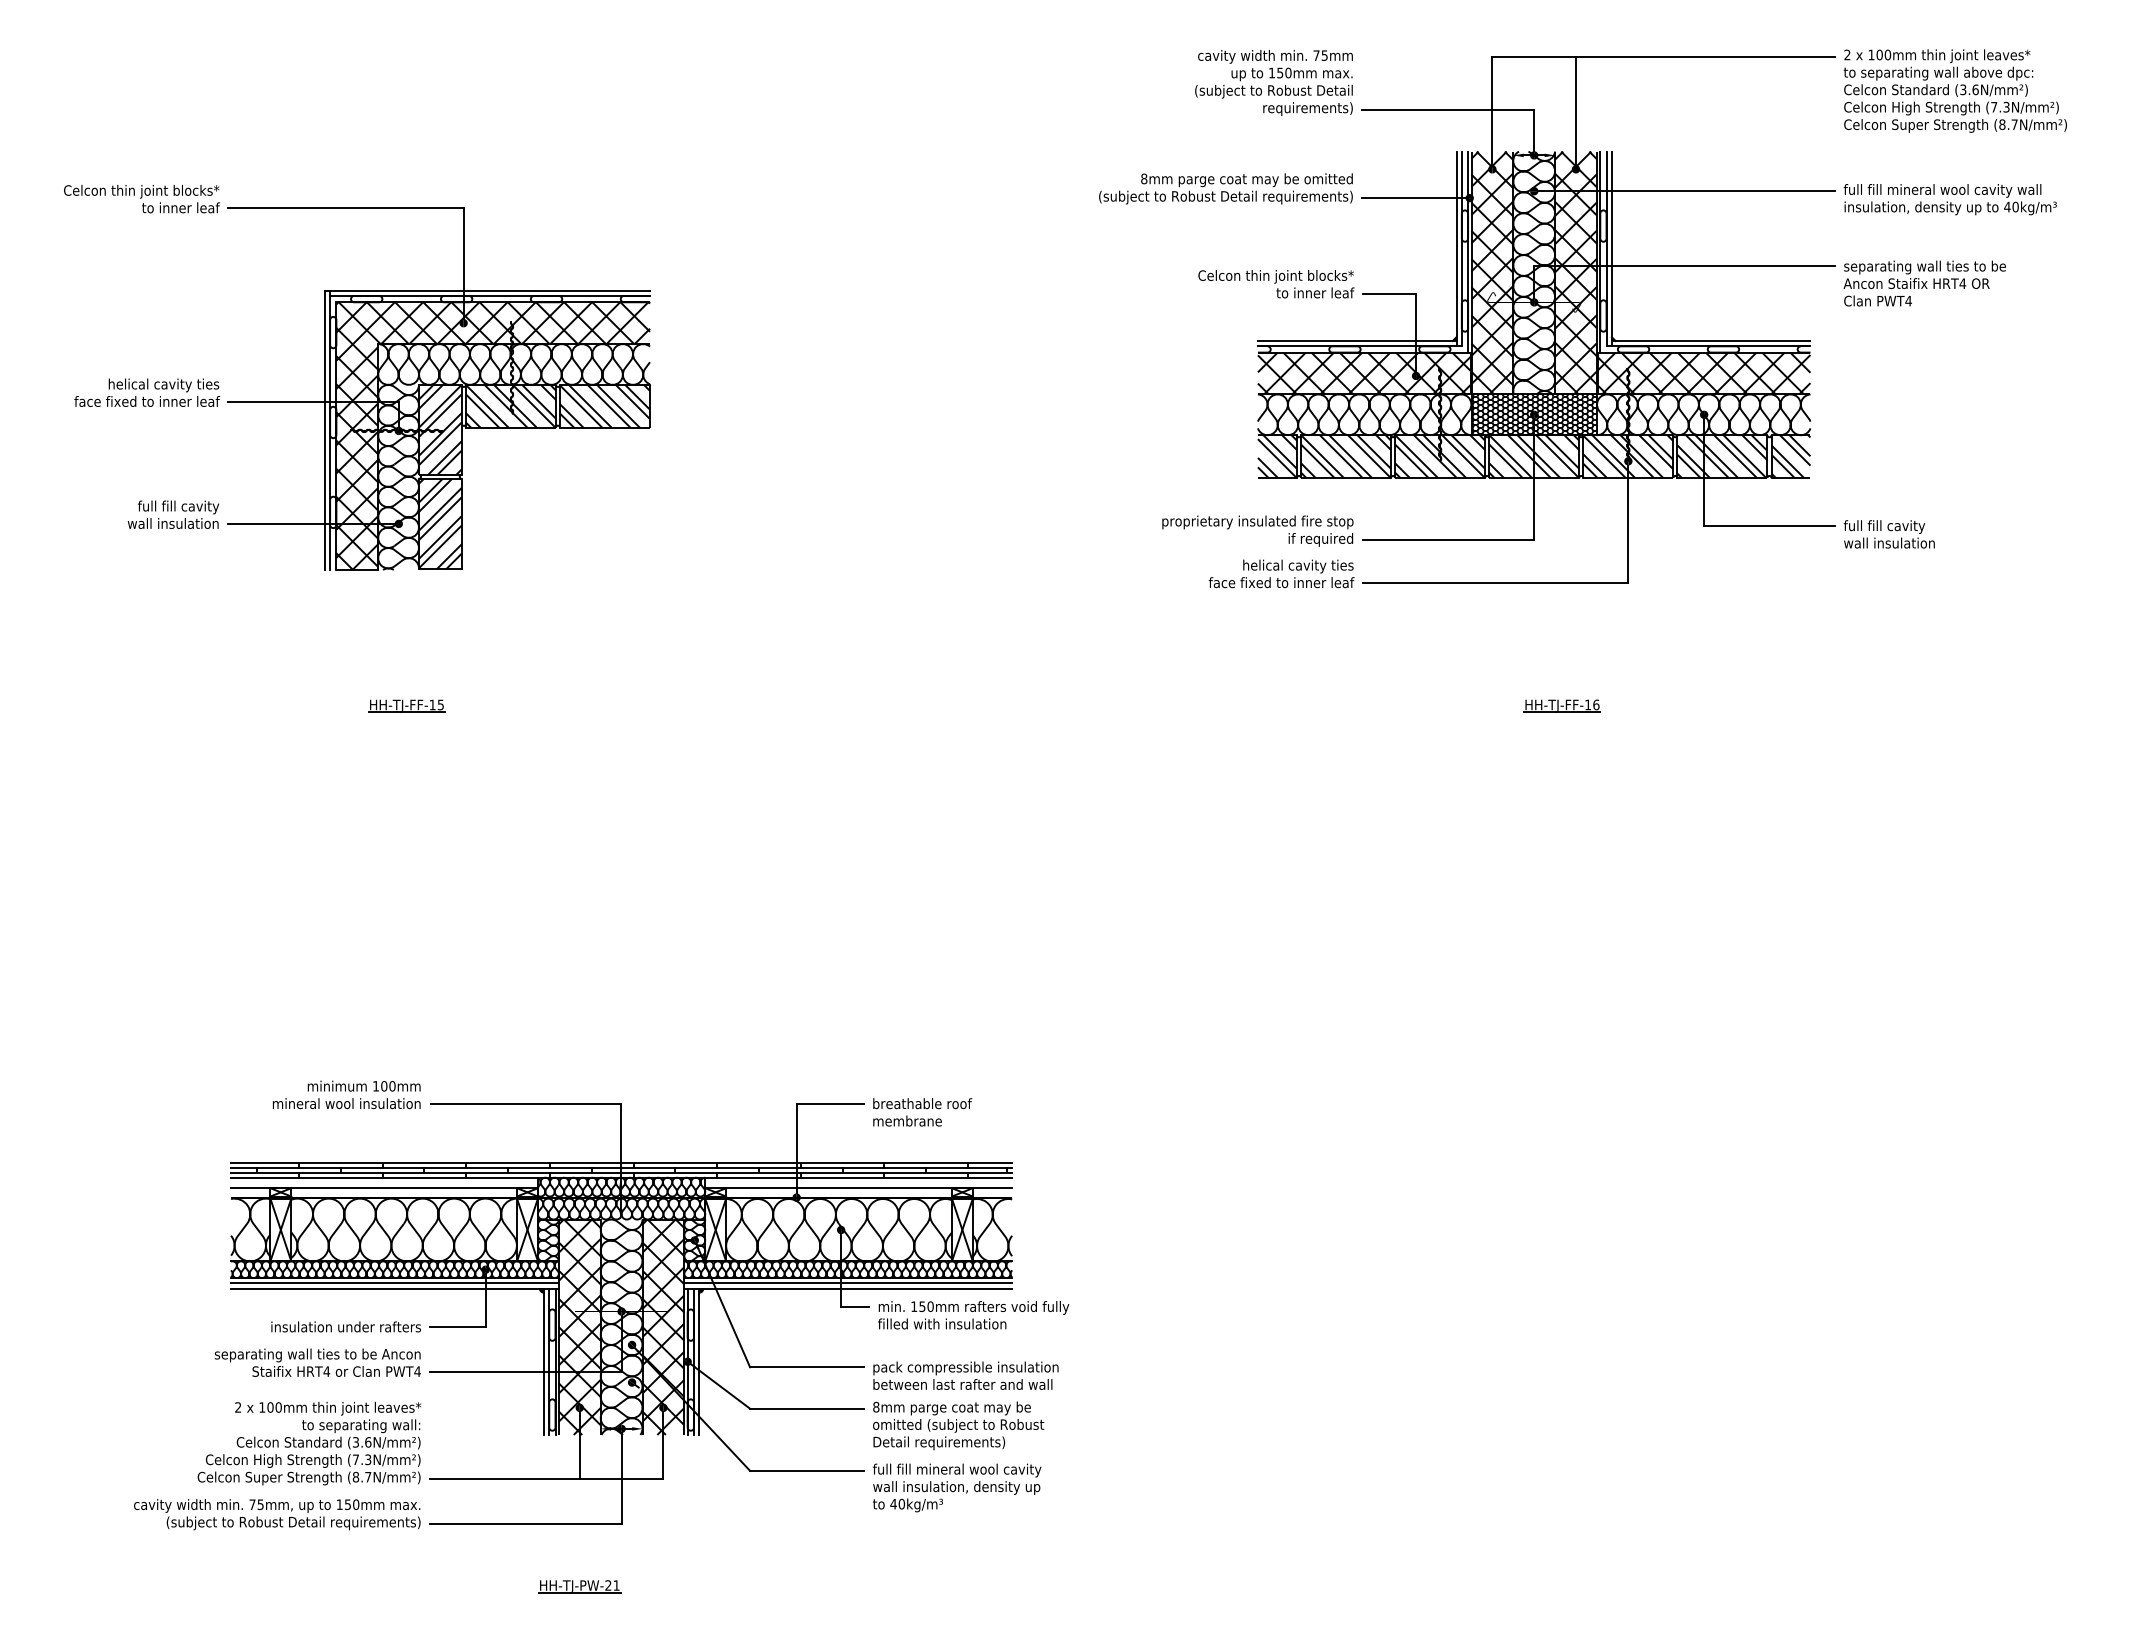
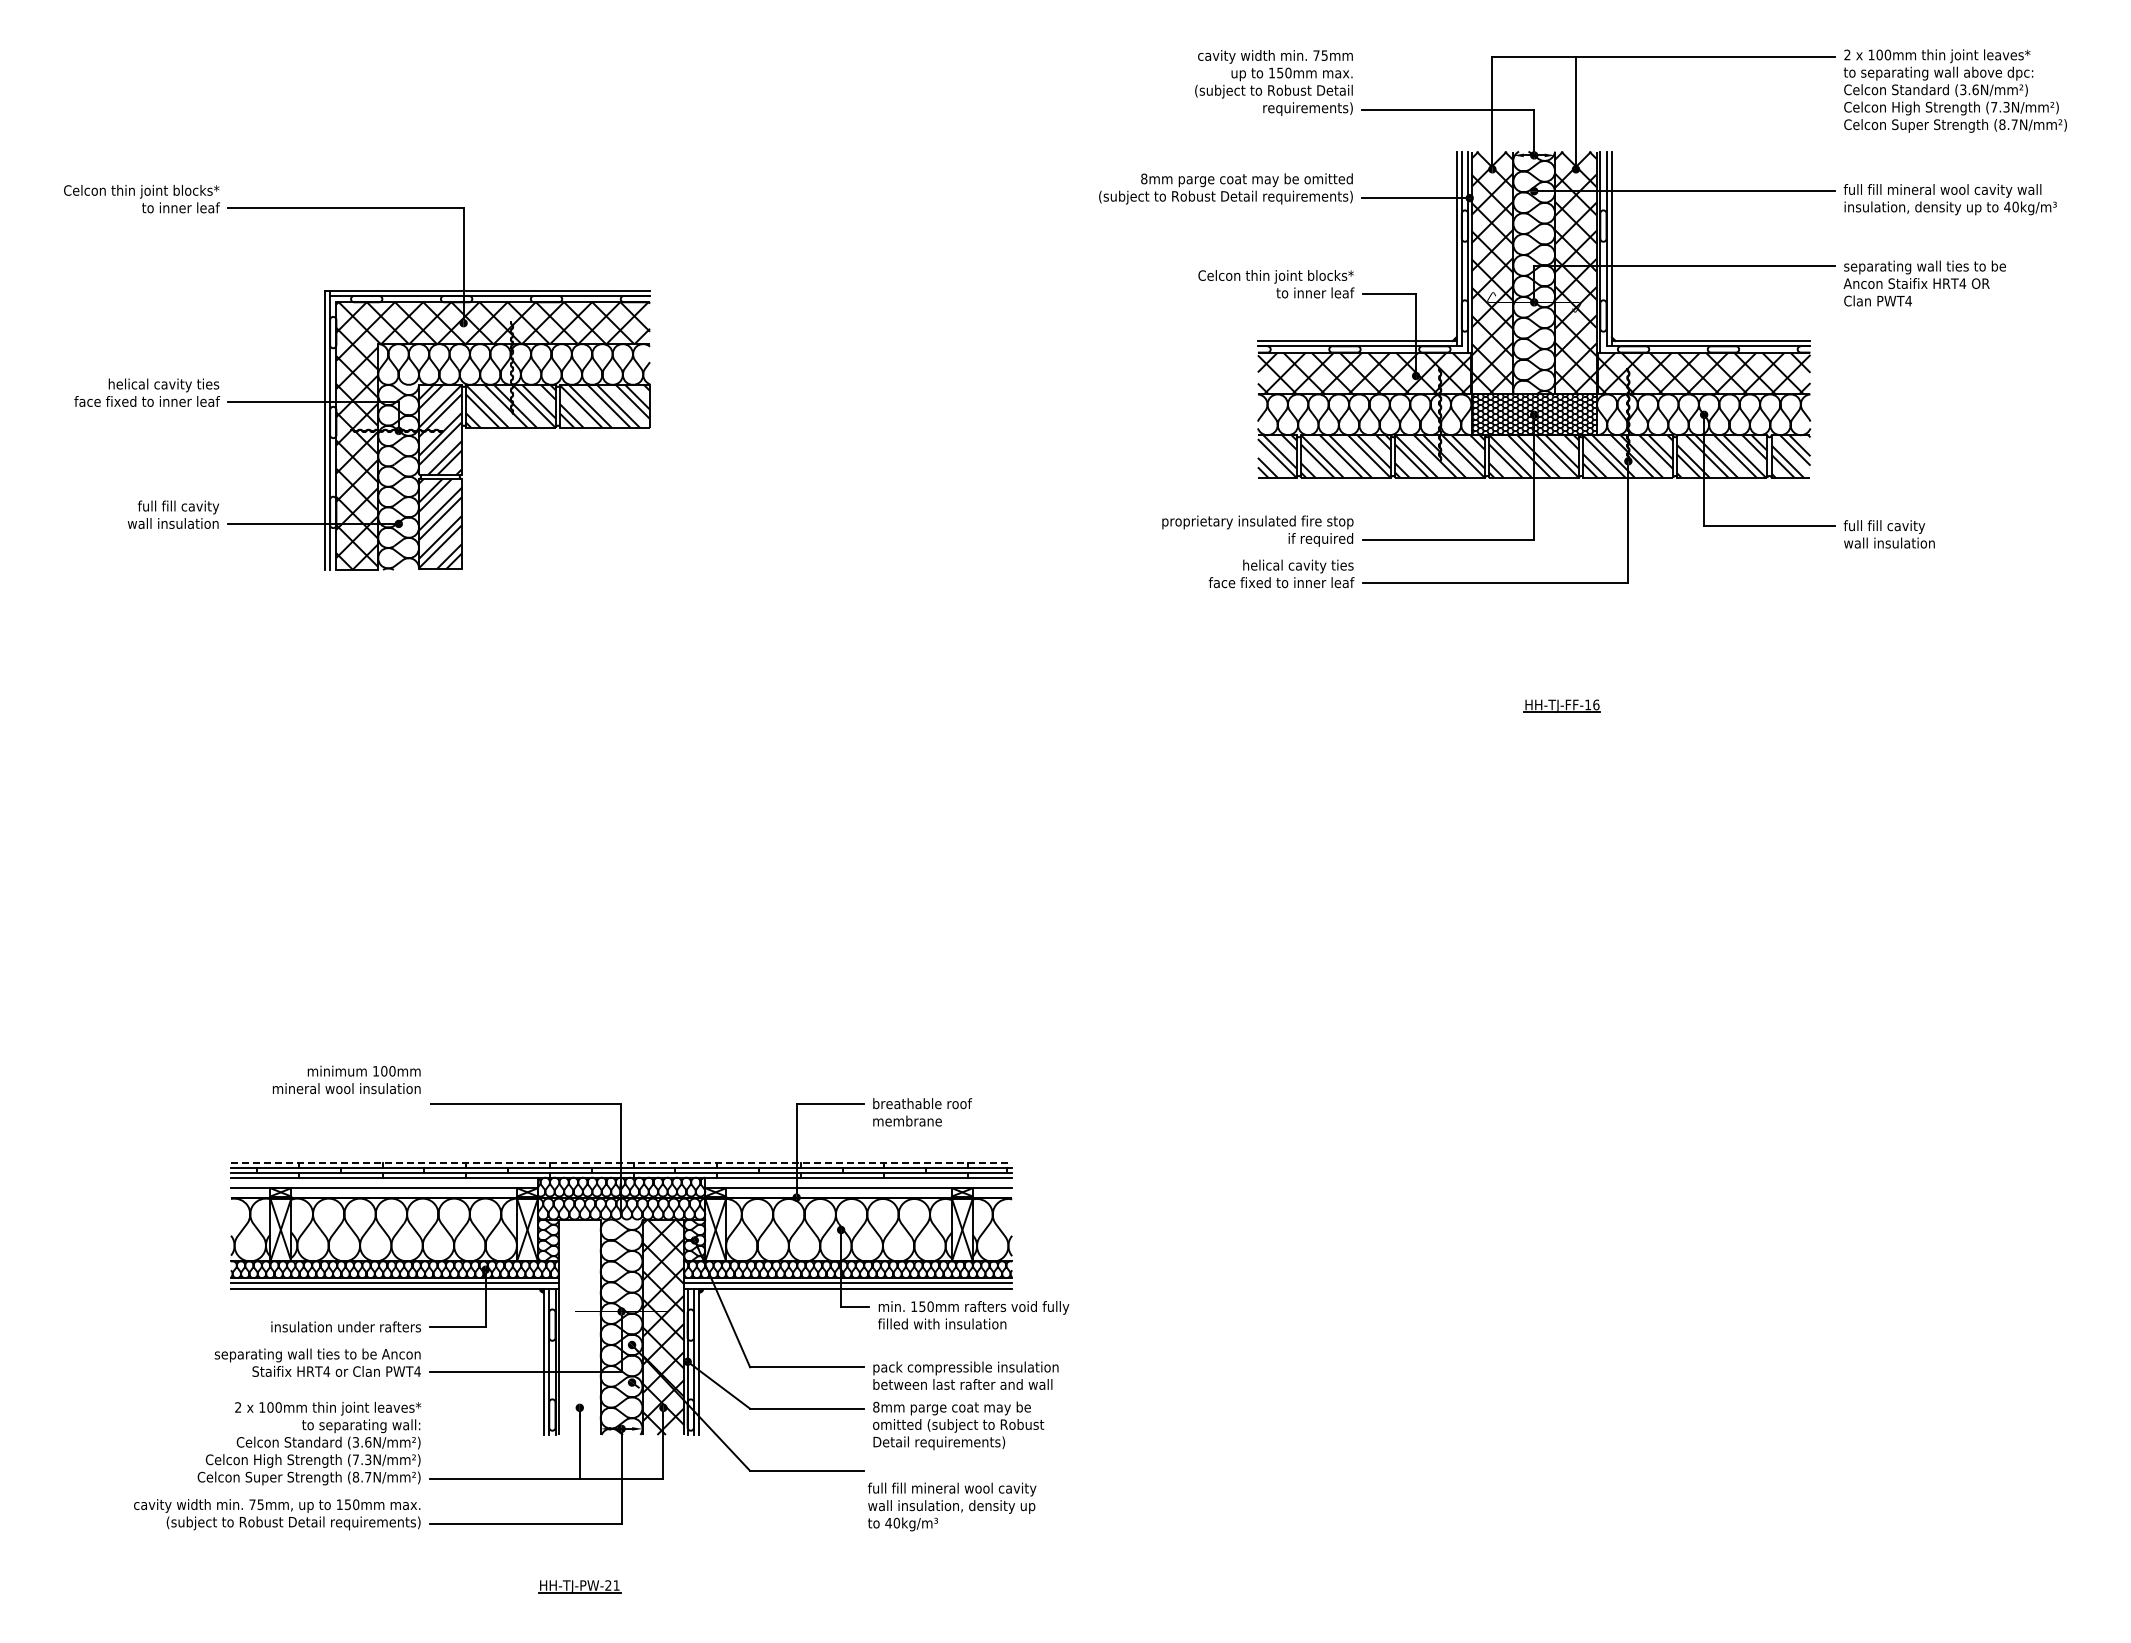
part at (406, 705): present -> none
text at (346, 1094) position: (346, 1094) -> (346, 1079)
line at (621, 1162): solid -> dashed
hatch at (579, 1326): present -> none
text at (956, 1487) position: (956, 1487) -> (951, 1506)
